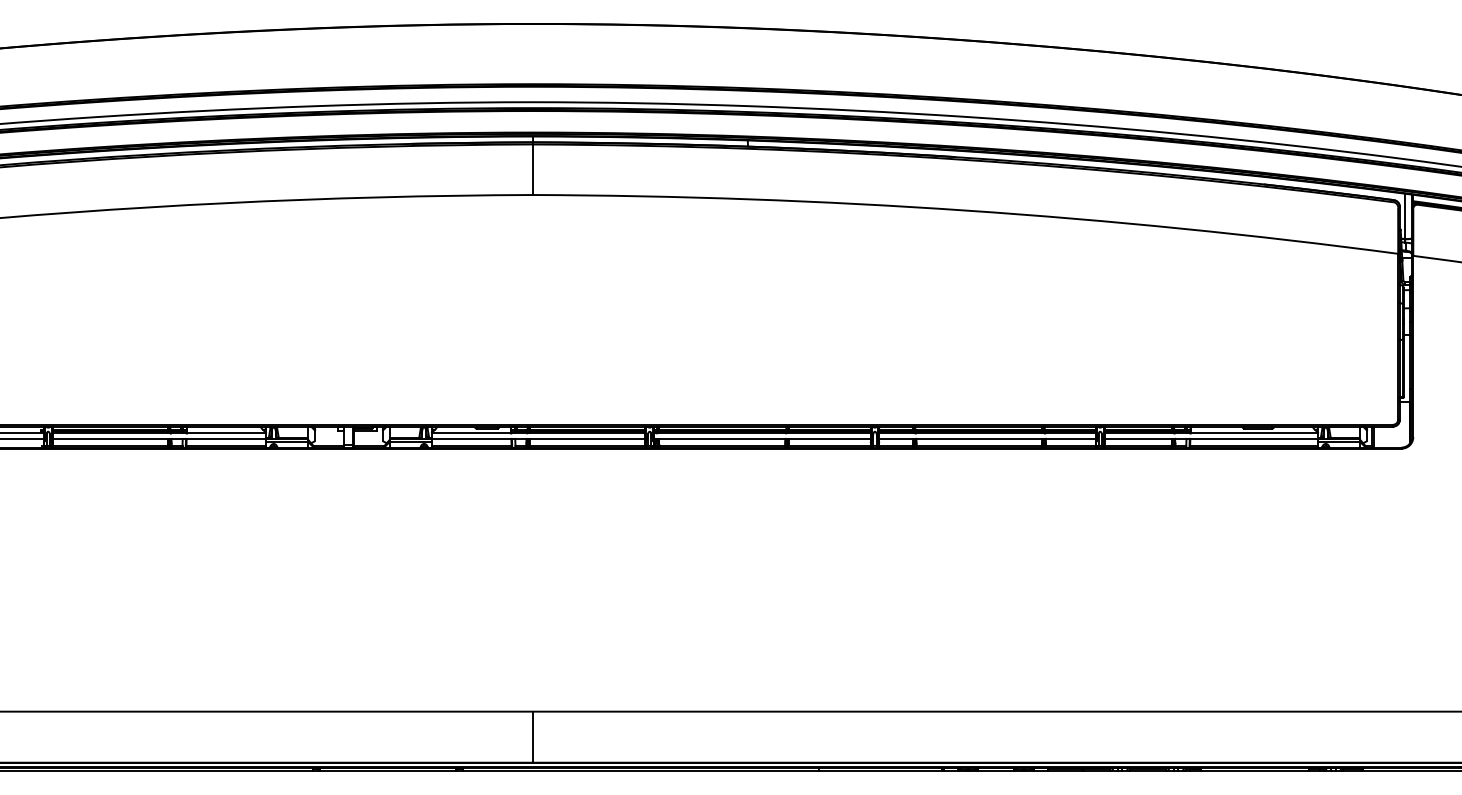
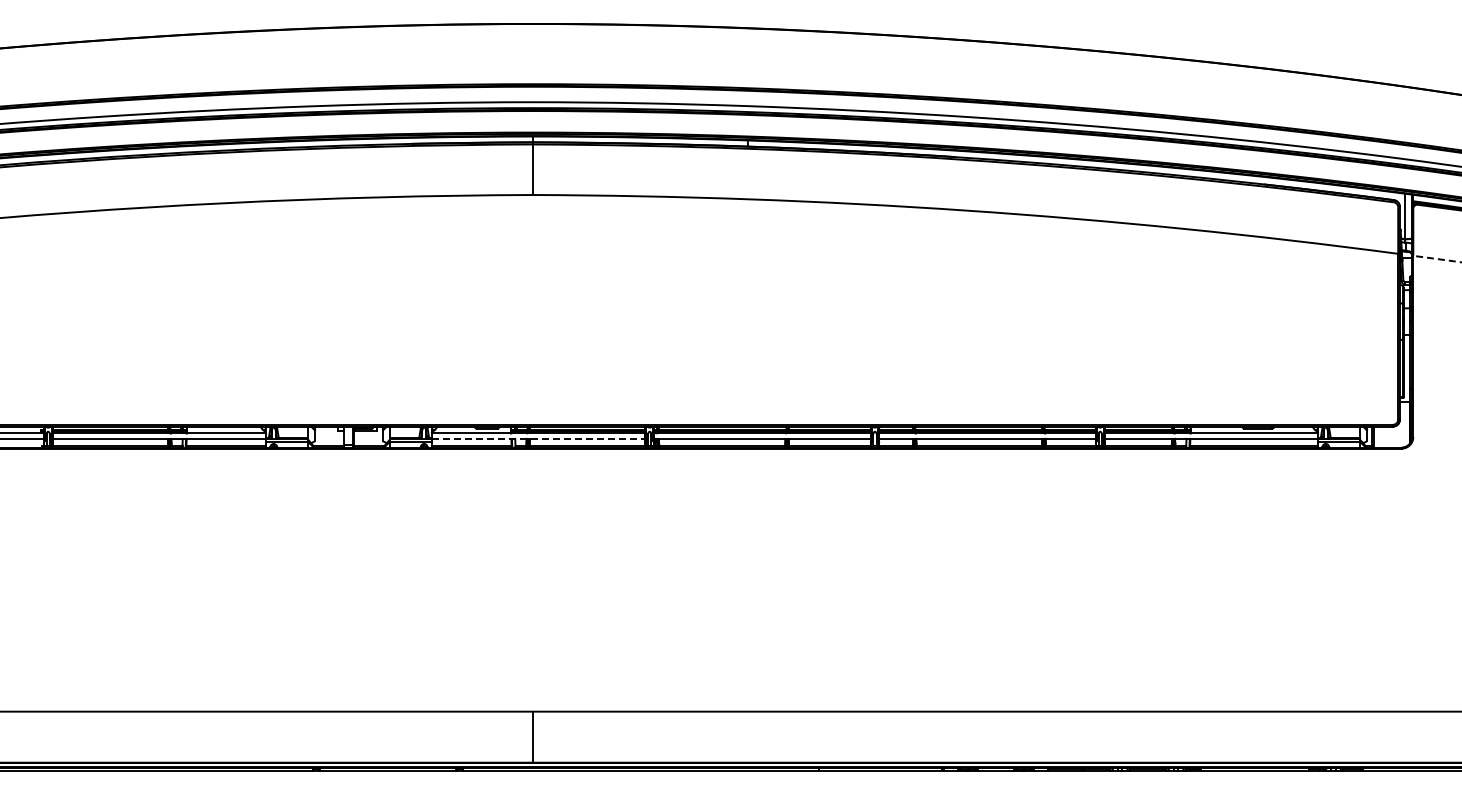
arc at (1436, 259): solid -> dashed
line at (538, 438): solid -> dashed
